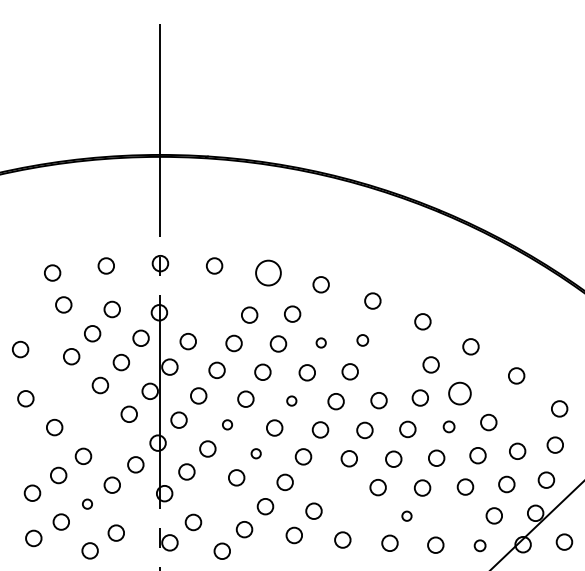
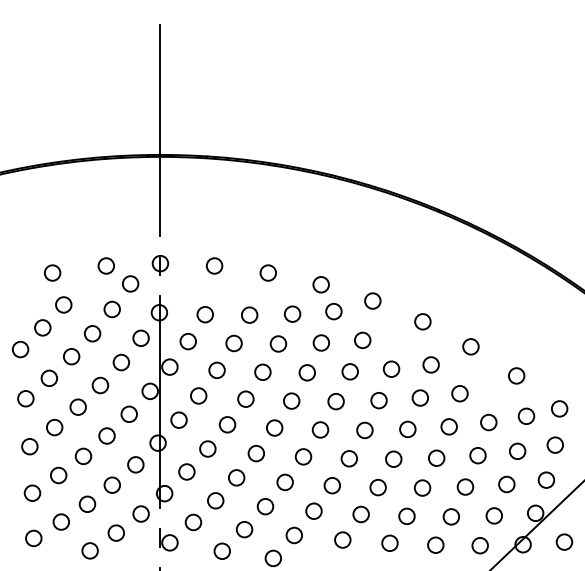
circle at (268, 272) size: 27x28 px -> 18x18 px
circle at (130, 283): none -> present
circle at (333, 311): none -> present
circle at (204, 314): none -> present
circle at (42, 327): none -> present
circle at (362, 340) size: 14x13 px -> 18x19 px
circle at (320, 342) size: 12x12 px -> 18x18 px
circle at (391, 368): none -> present
circle at (48, 377): none -> present
circle at (459, 393) size: 24x25 px -> 18x18 px
circle at (291, 400) size: 12x12 px -> 18x18 px
circle at (77, 406): none -> present
circle at (526, 415): none -> present
circle at (227, 424) size: 11x12 px -> 19x18 px
circle at (448, 426) size: 14x14 px -> 18x18 px
circle at (106, 435): none -> present
circle at (29, 446): none -> present
circle at (255, 453) size: 12x12 px -> 18x18 px
circle at (331, 485): none -> present
circle at (215, 500): none -> present
circle at (87, 503) size: 11x12 px -> 19x18 px
circle at (140, 513): none -> present
circle at (360, 514): none -> present
circle at (406, 515) size: 12x12 px -> 18x18 px
circle at (450, 516): none -> present
circle at (479, 545) size: 14x14 px -> 18x18 px
circle at (272, 558): none -> present
